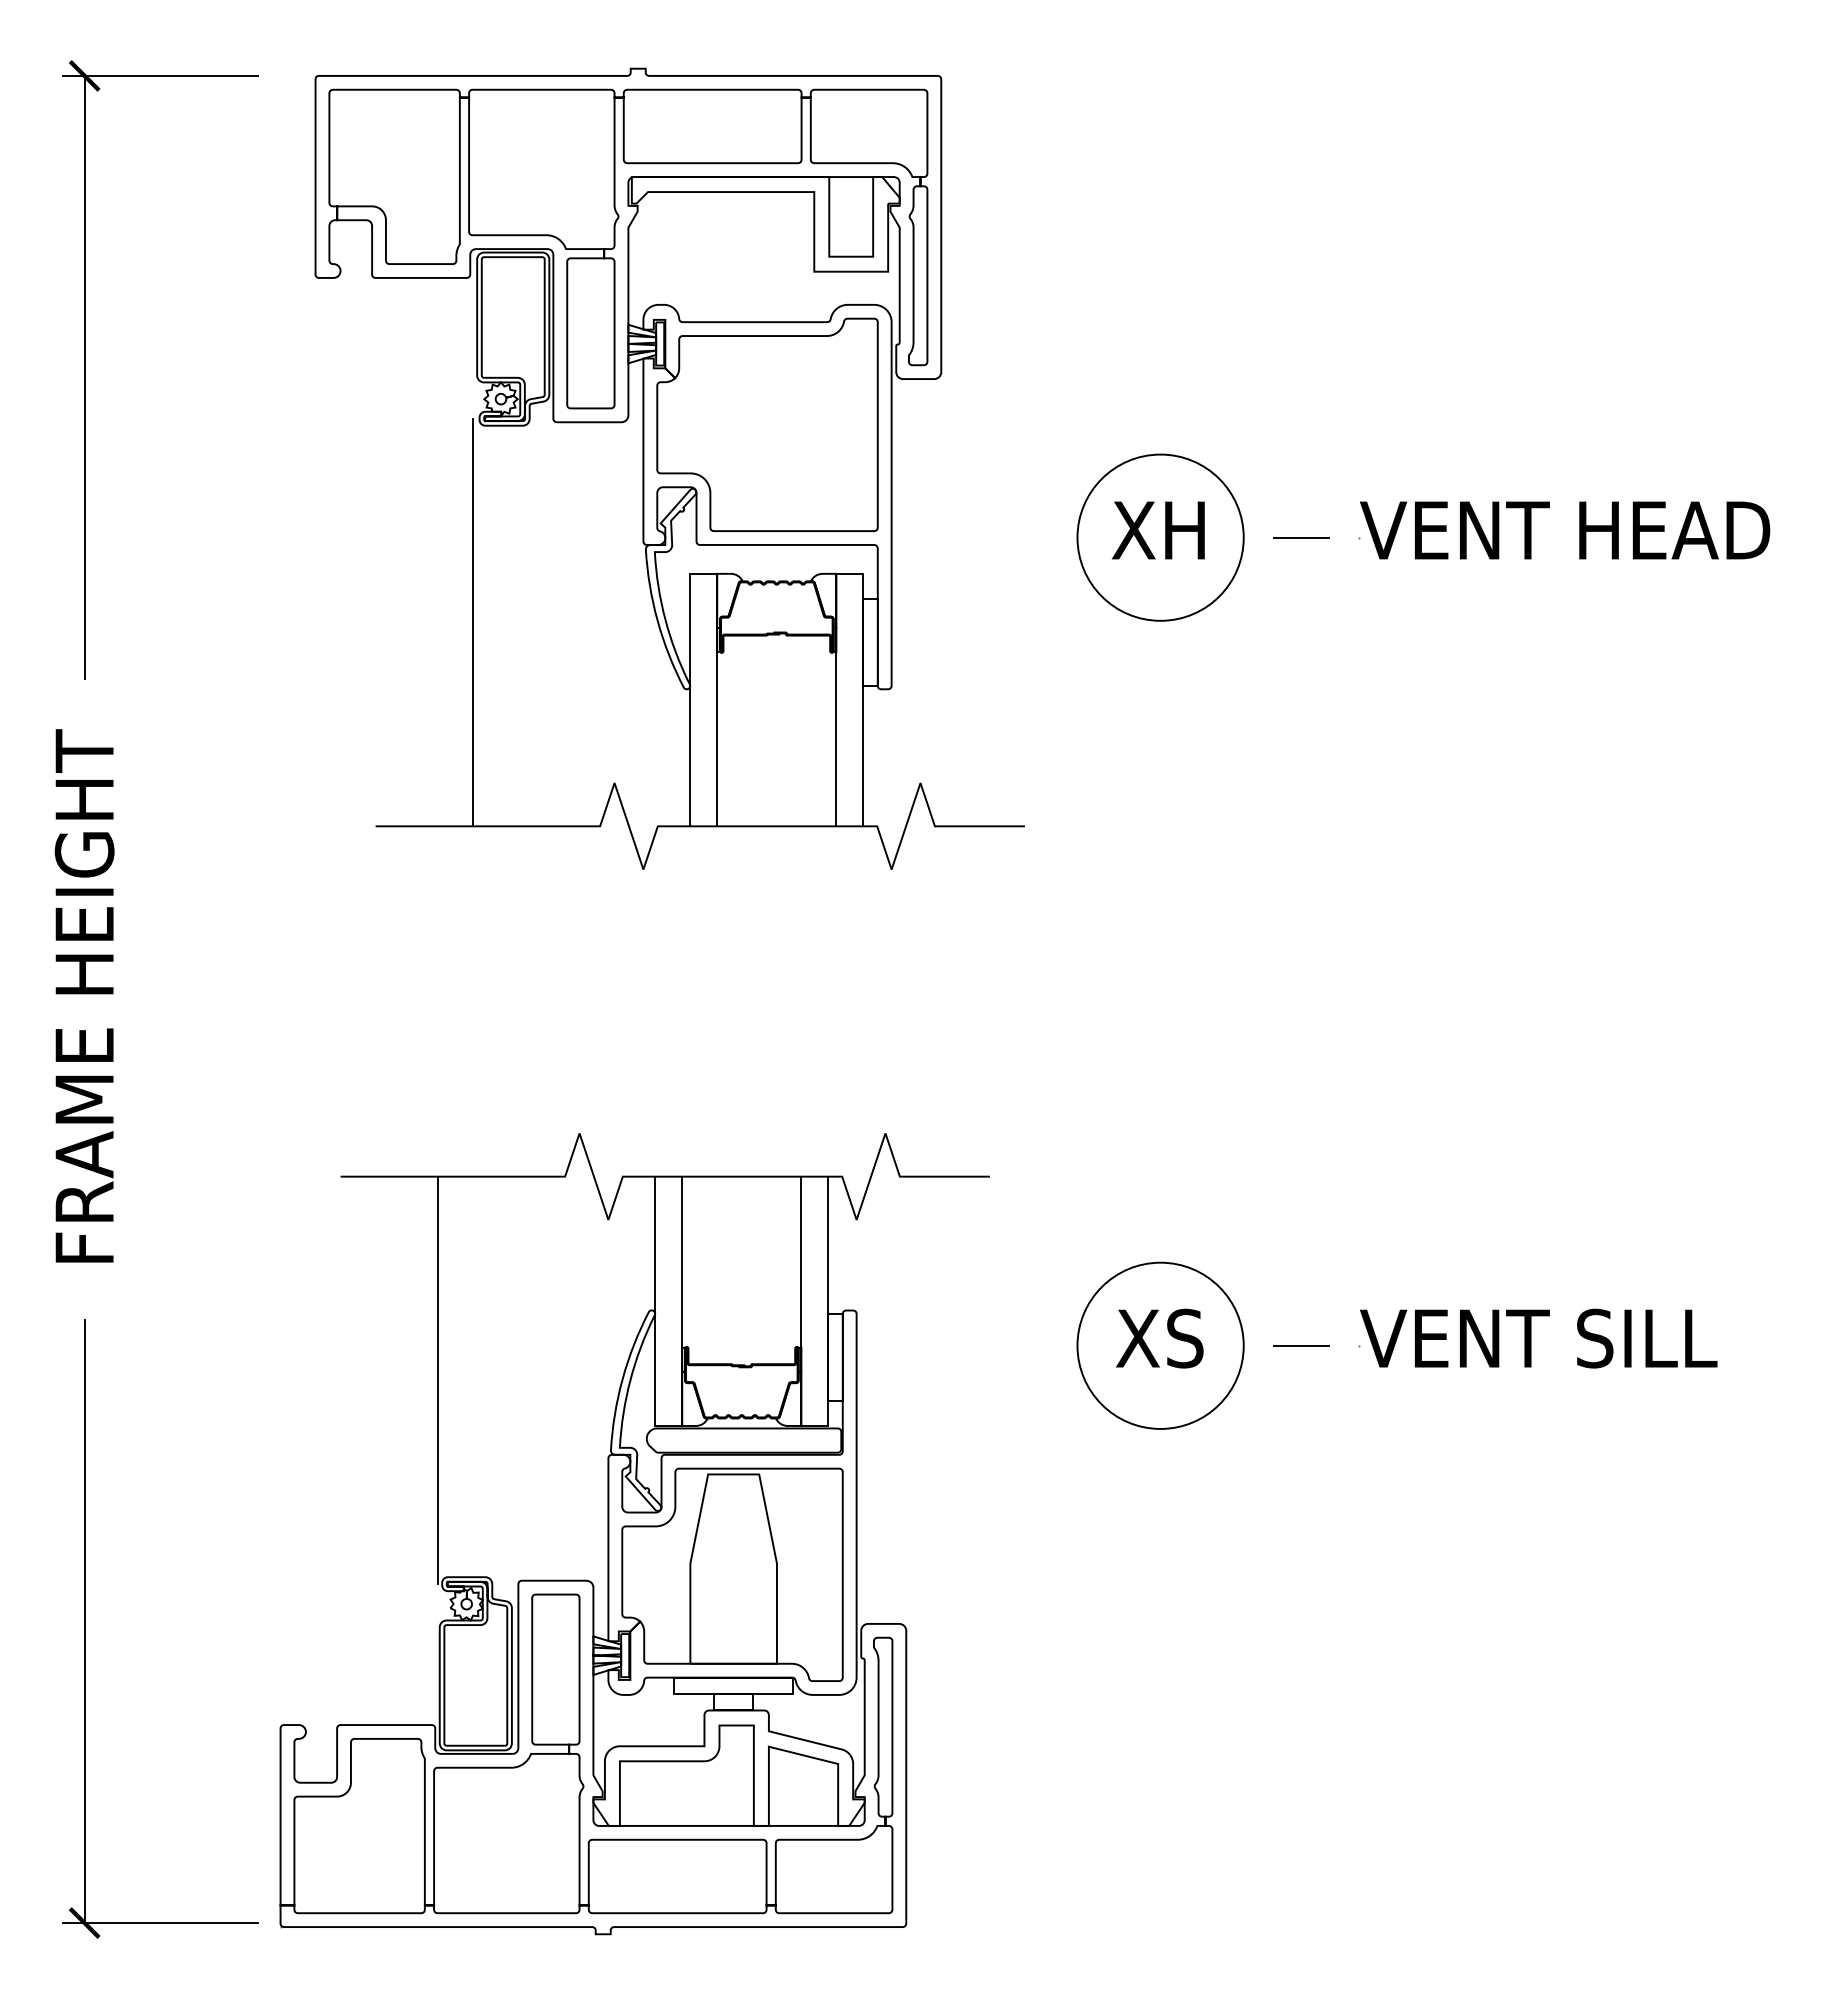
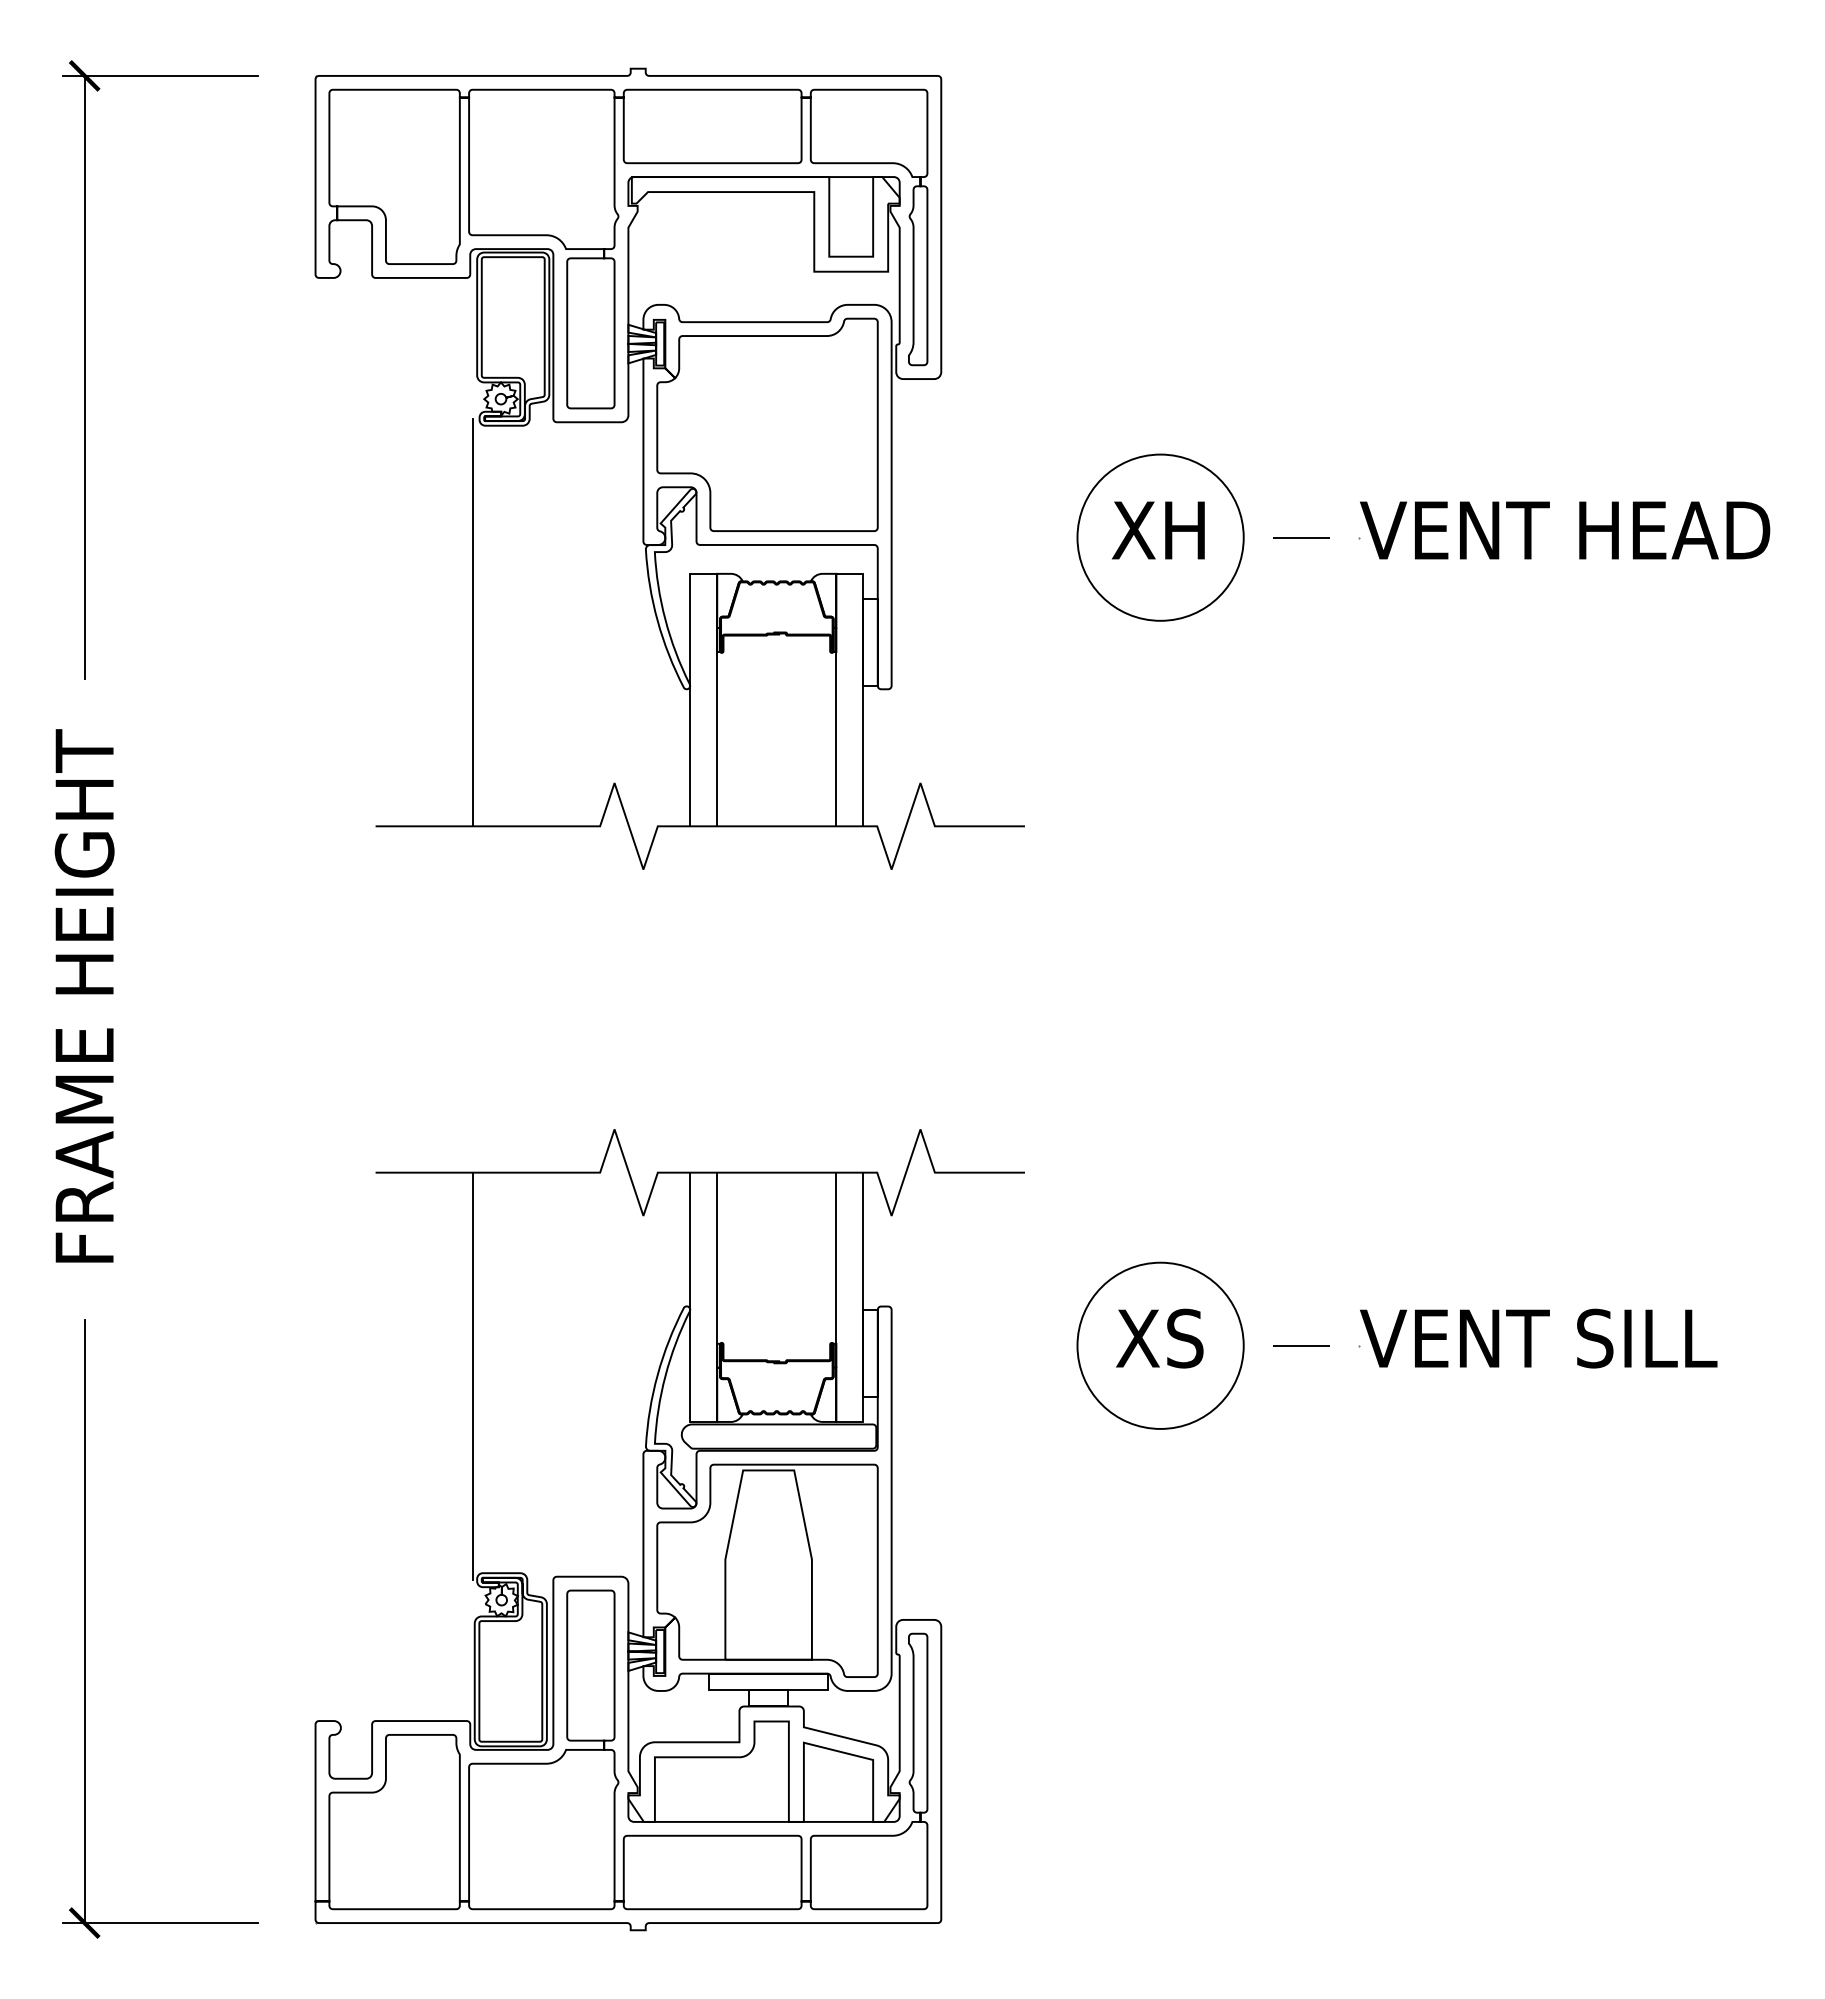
part at (634, 1534) position: (634, 1534) -> (669, 1530)
